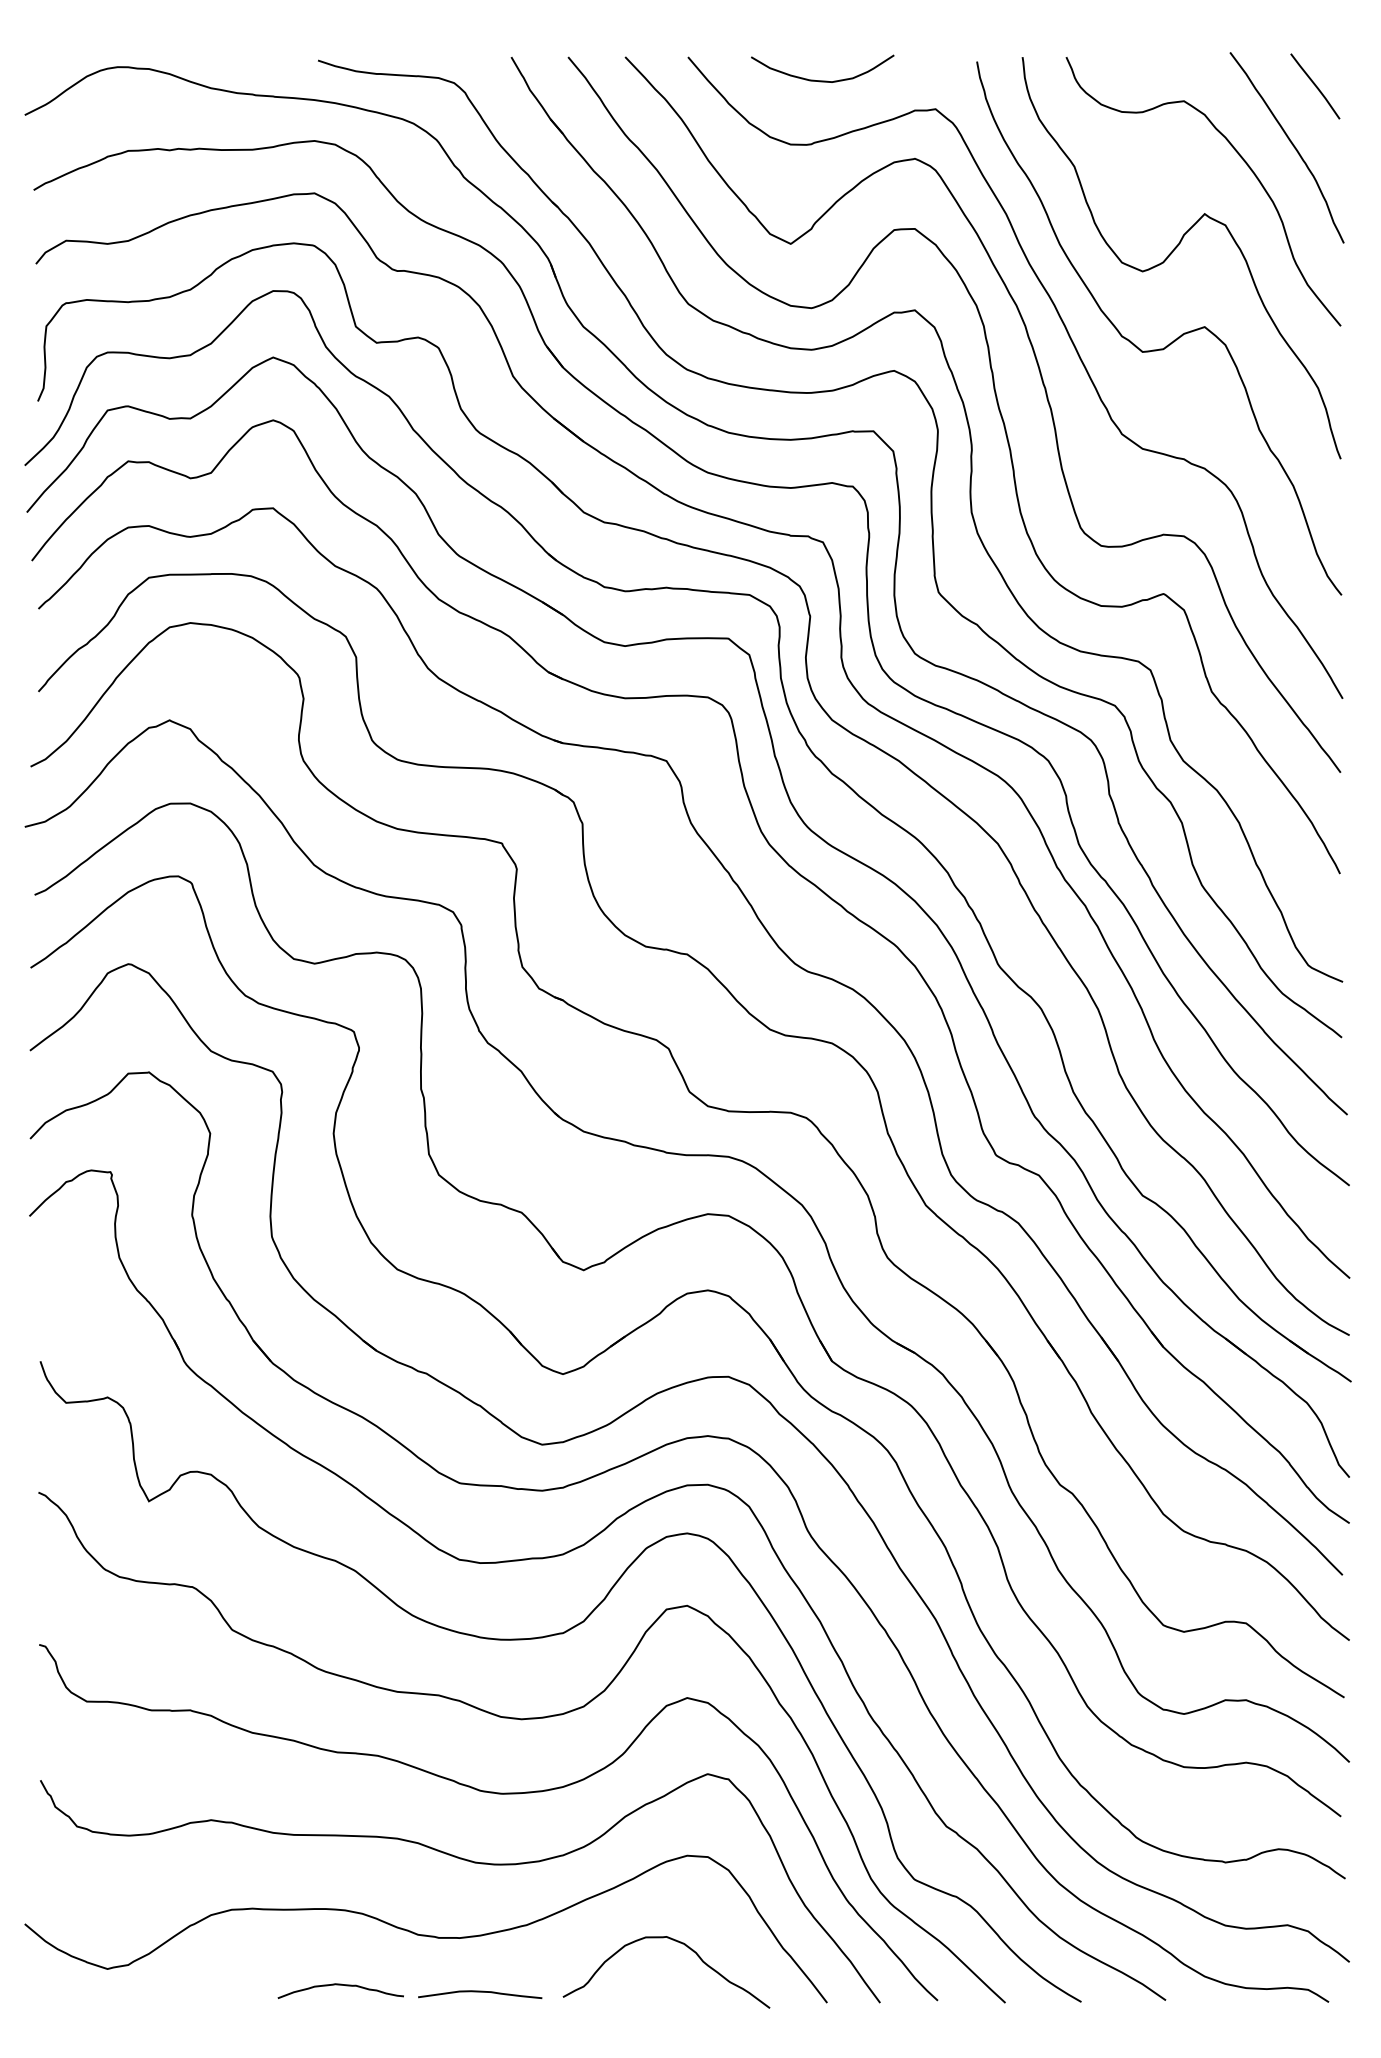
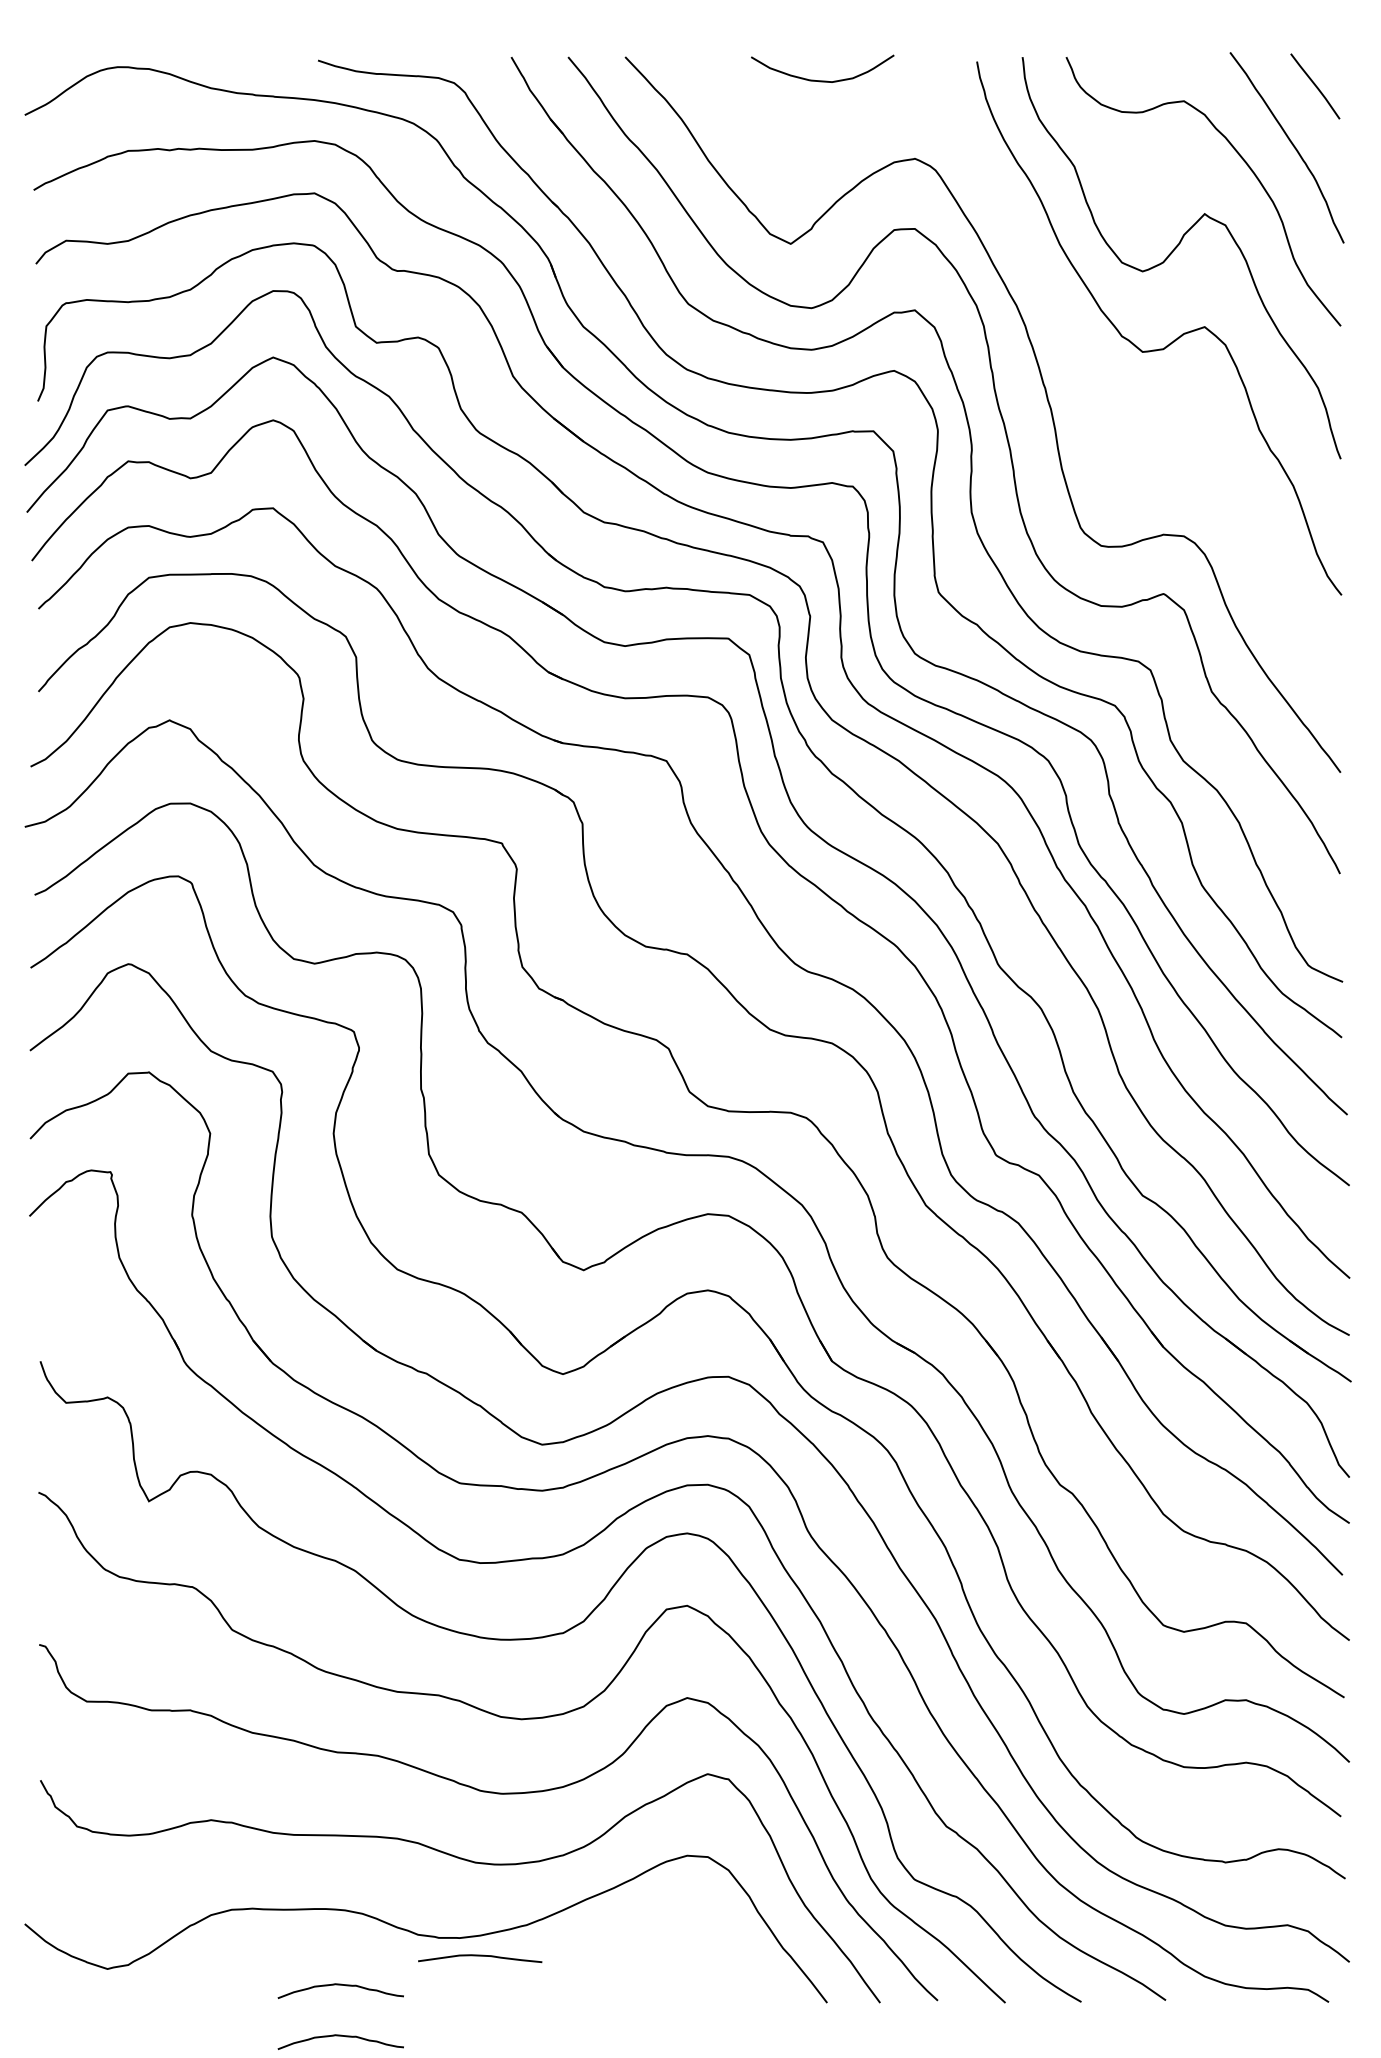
curve at (1074, 348): present -> none
curve at (677, 1942): present -> none
curve at (480, 1992) position: (480, 1992) -> (480, 1956)
curve at (340, 2036): none -> present
